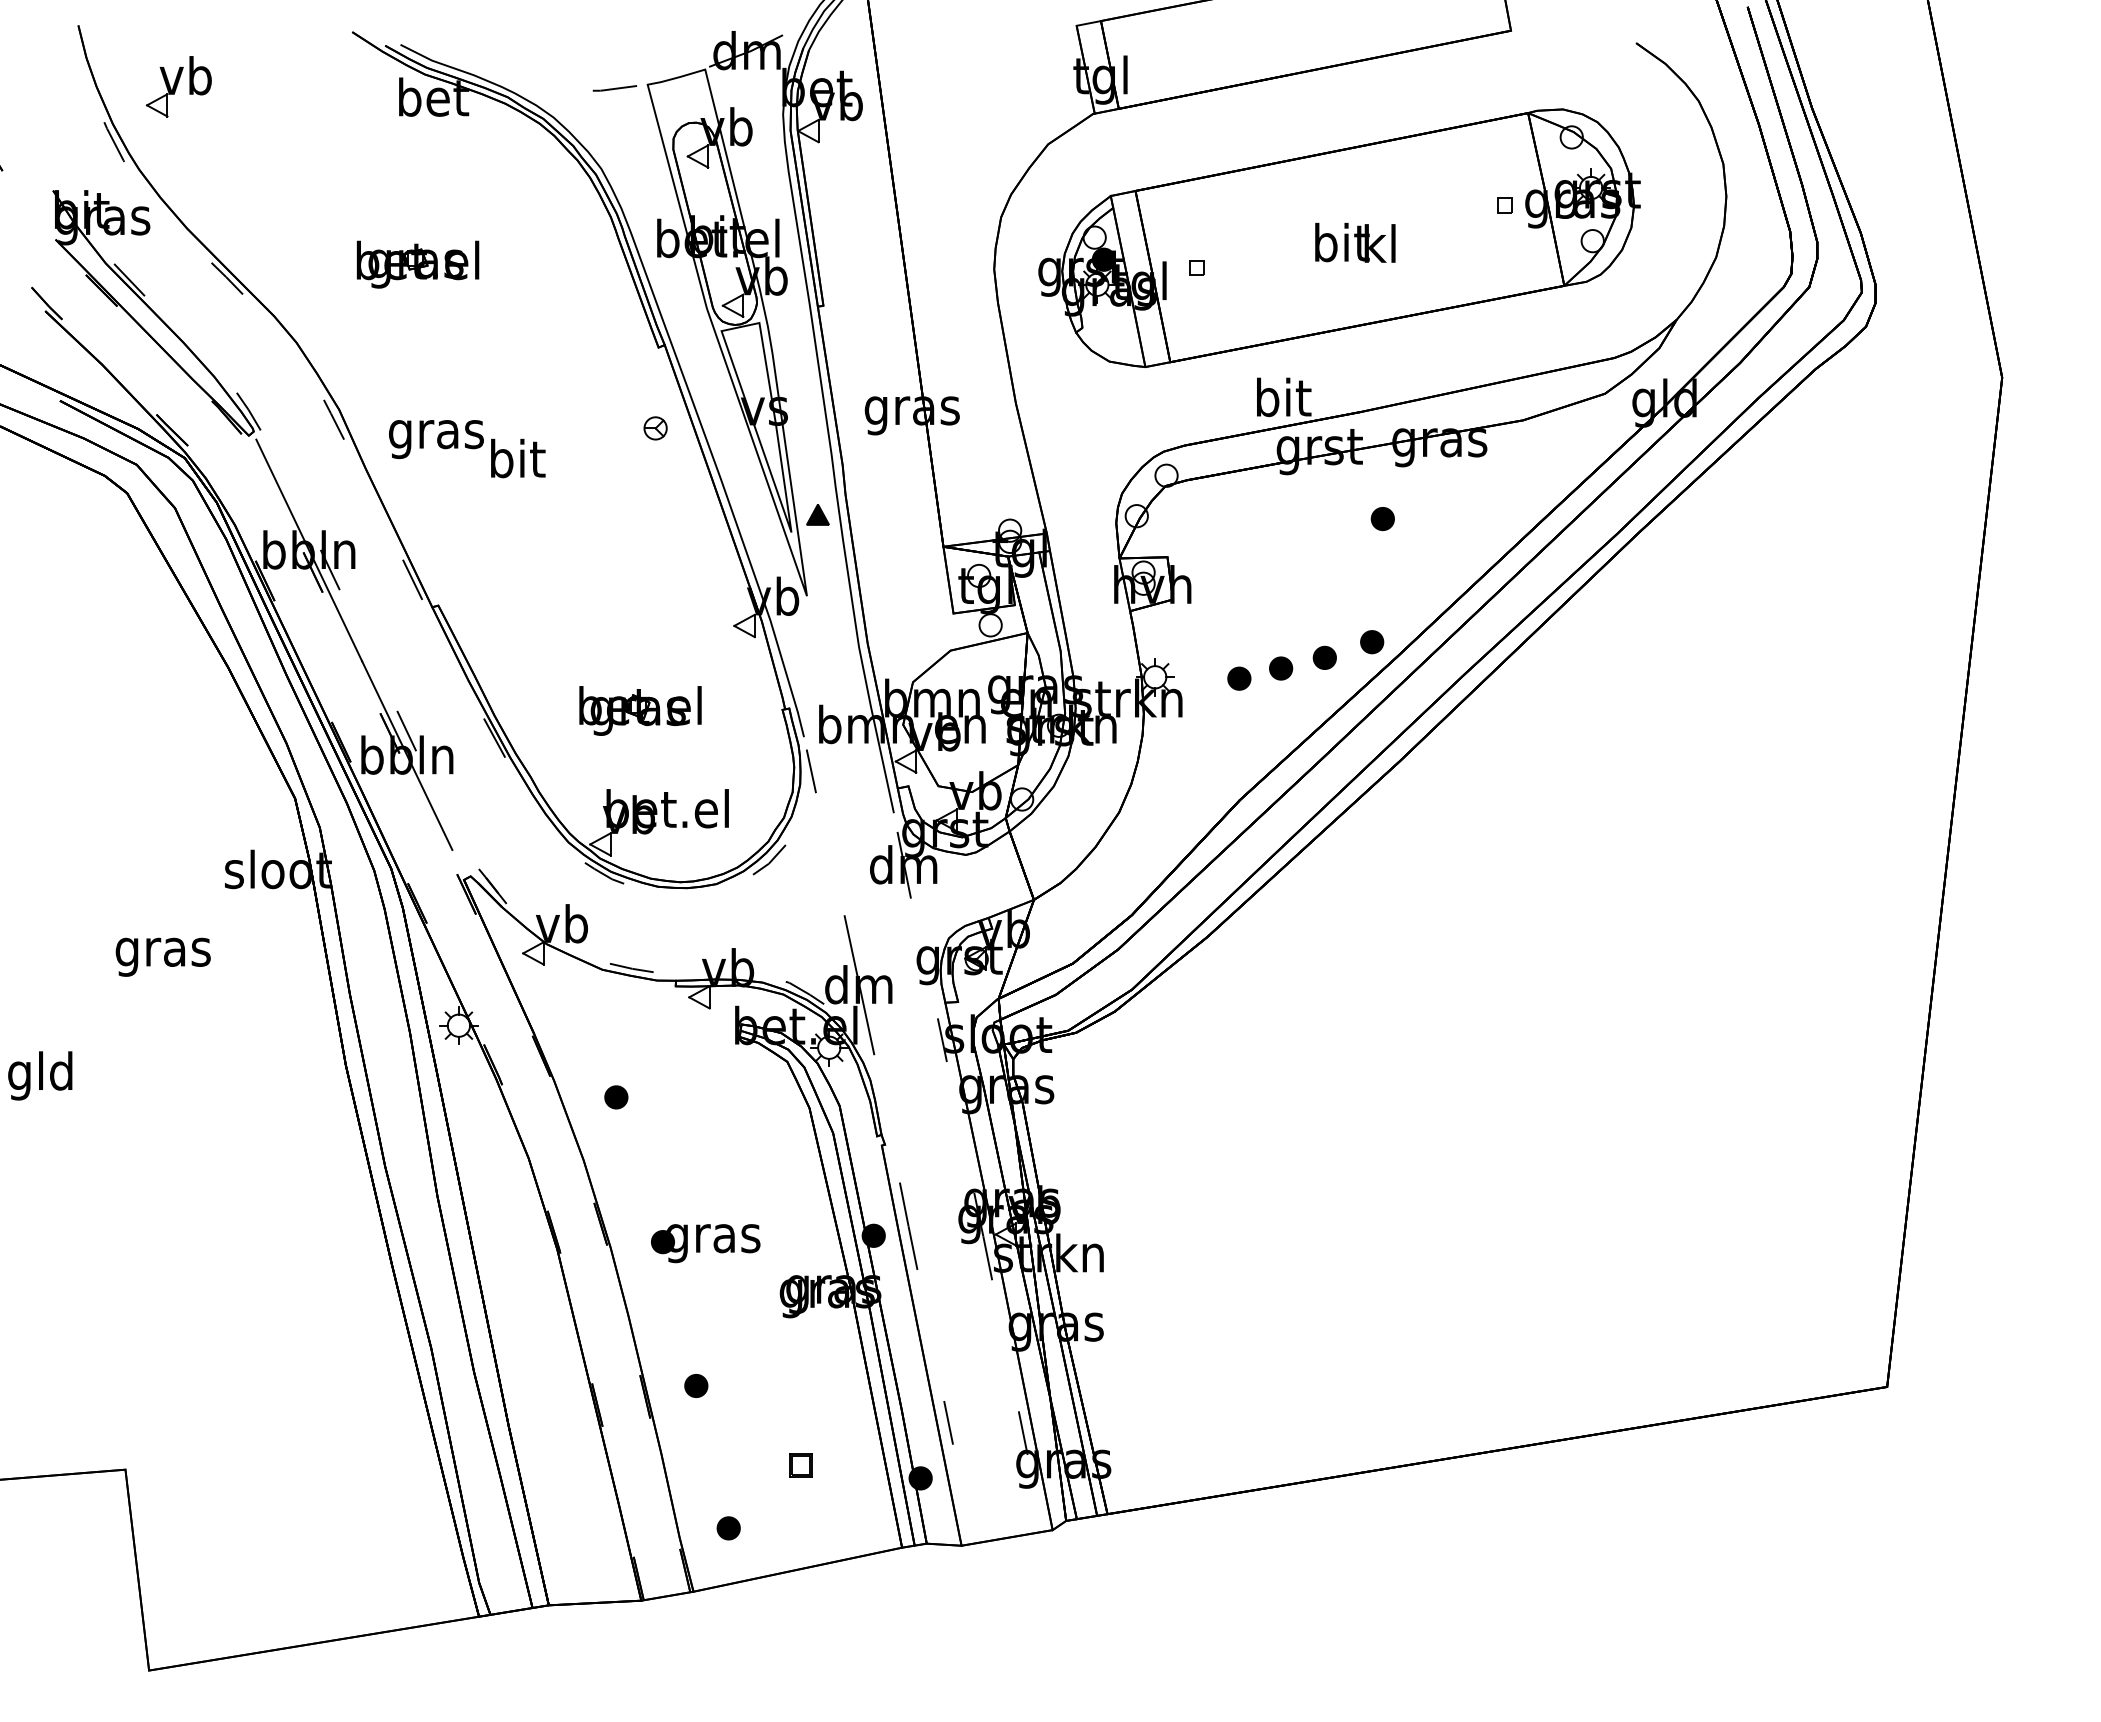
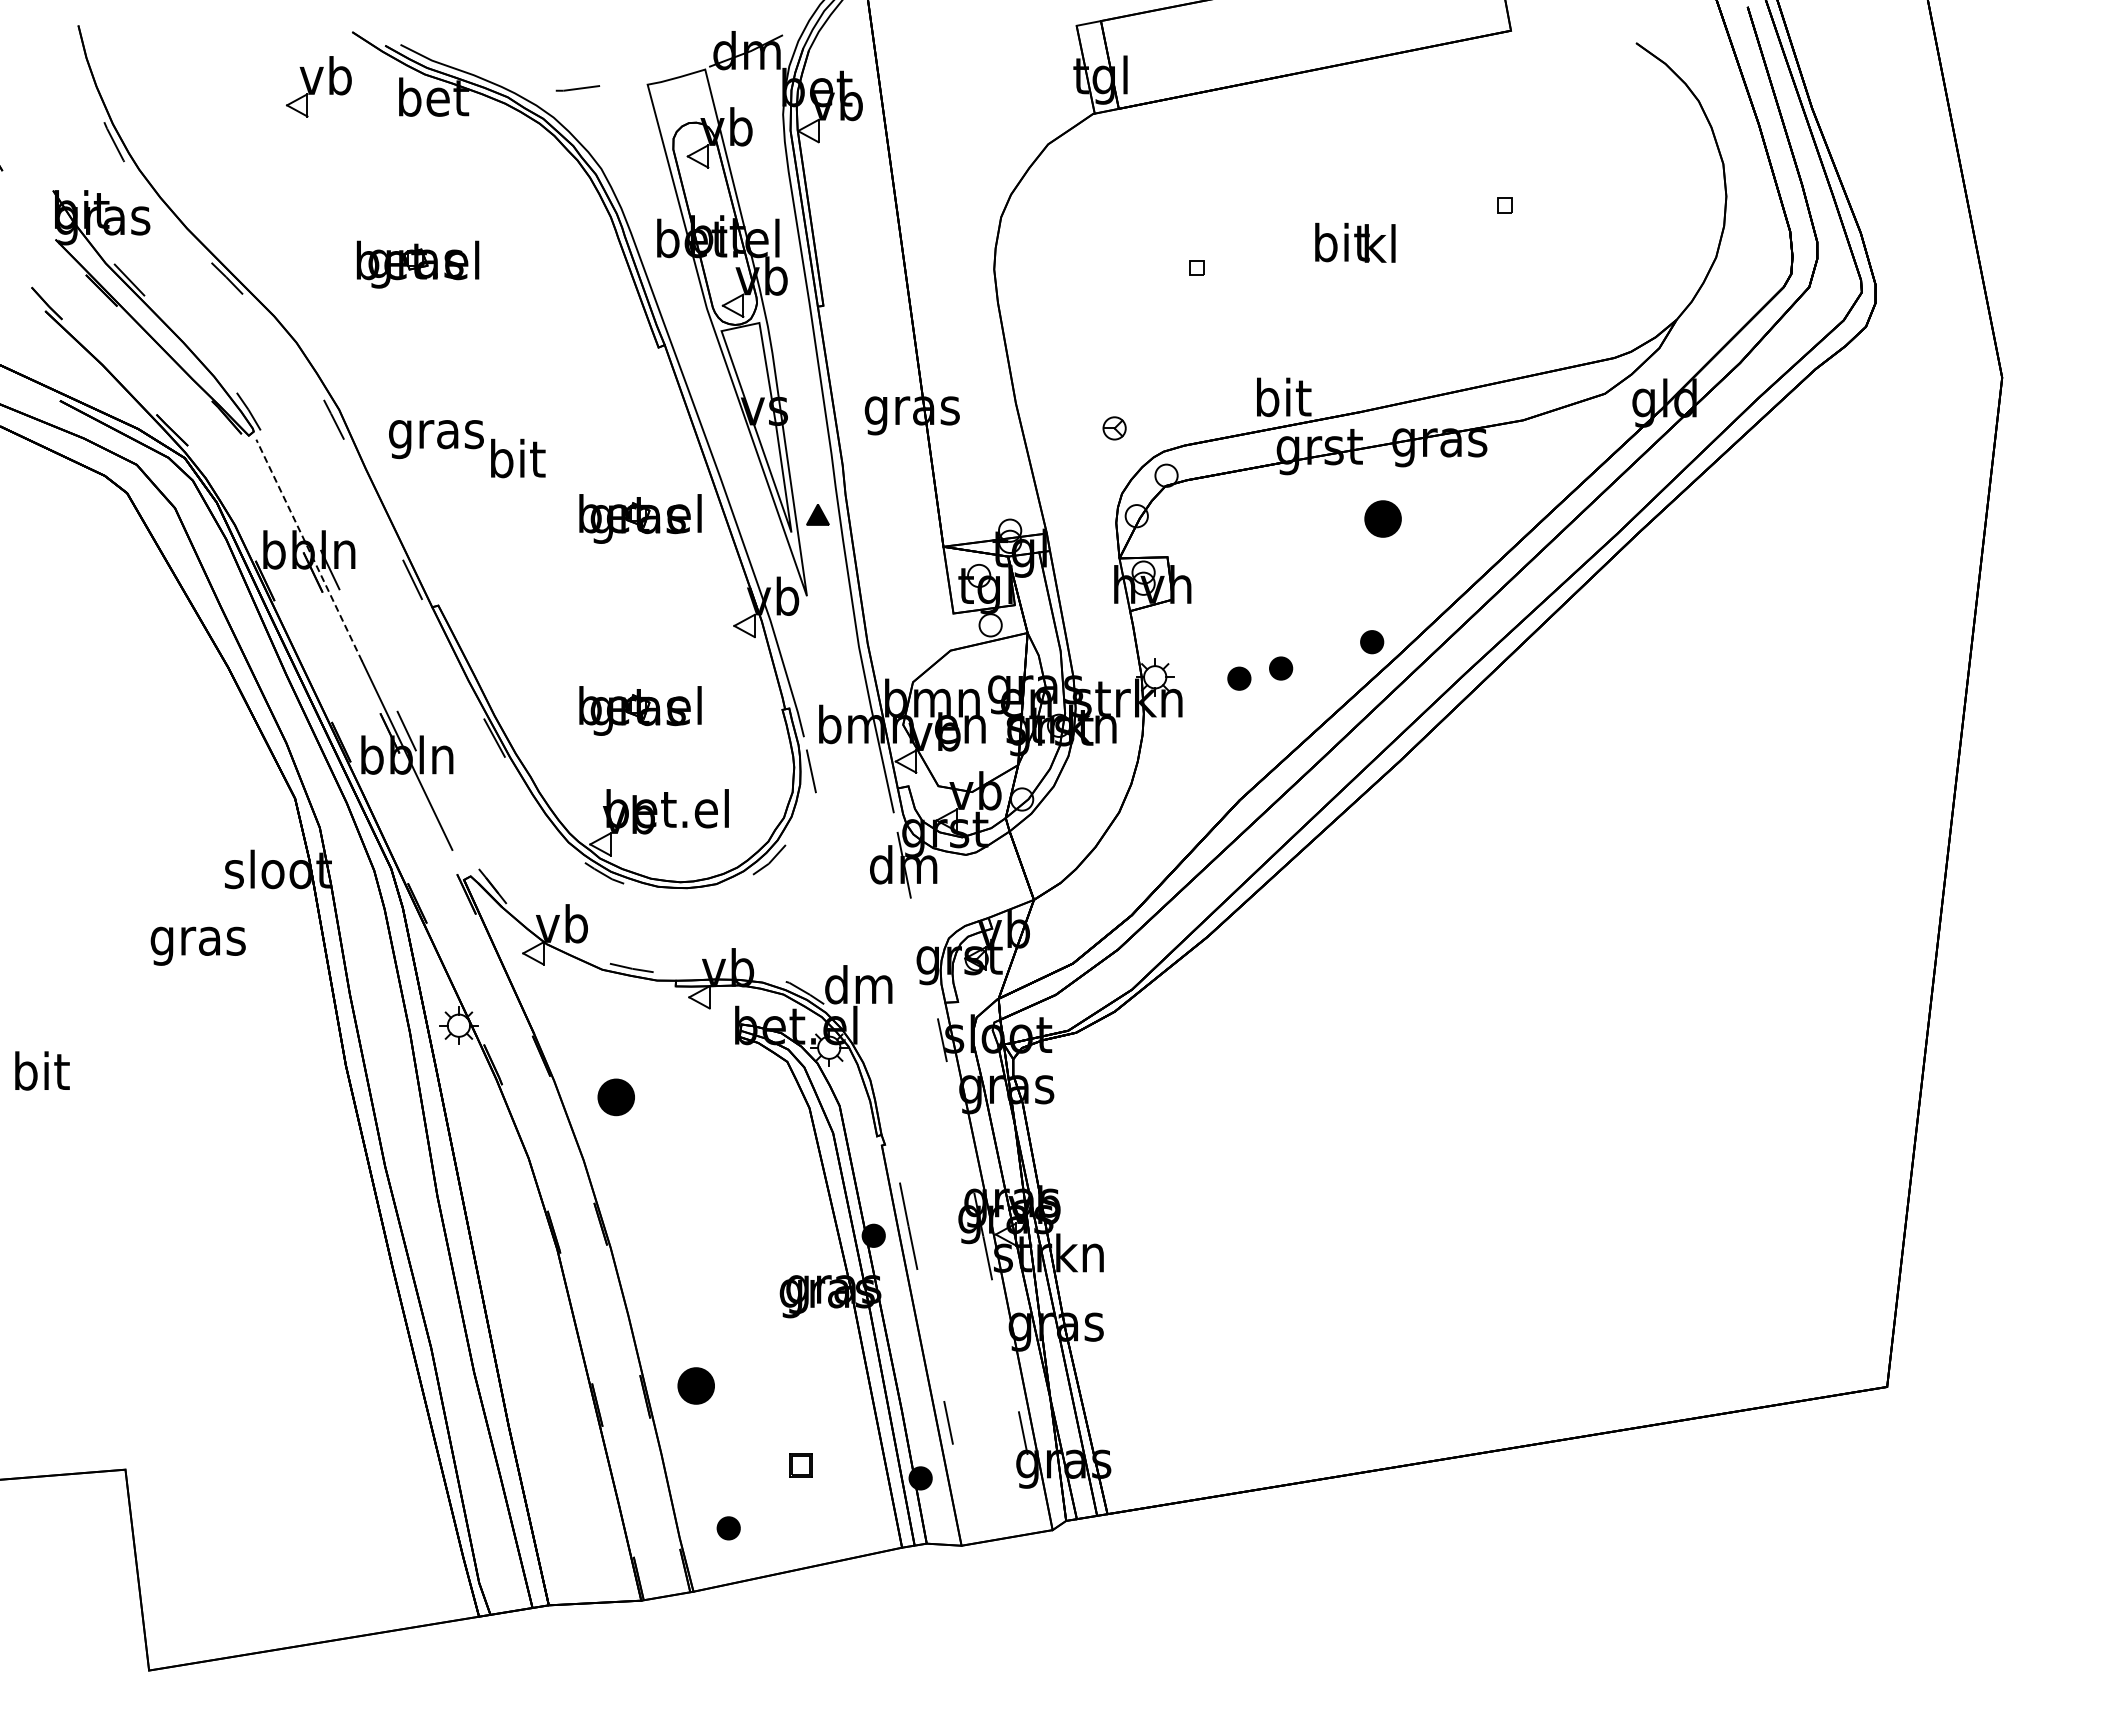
part at (178, 86) position: (178, 86) -> (318, 86)
line at (614, 88) position: (614, 88) -> (577, 88)
part at (1339, 237): present -> none
part at (655, 428) position: (655, 428) -> (1114, 428)
part at (640, 518): none -> present
part at (1382, 518) size: 25x24 px -> 38x38 px
line at (309, 550): solid -> dashed
part at (1324, 657): present -> none
text at (162, 956) position: (162, 956) -> (197, 945)
line at (859, 985): present -> none
text at (40, 1075): gld -> bit
part at (616, 1097) size: 25x25 px -> 38x39 px
part at (705, 1243): present -> none
part at (696, 1385) size: 25x24 px -> 38x38 px
